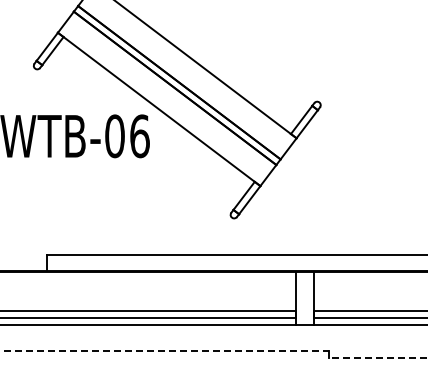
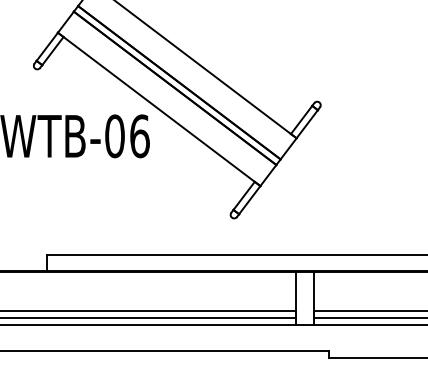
line at (165, 350): dashed -> solid
line at (378, 357): dashed -> solid
